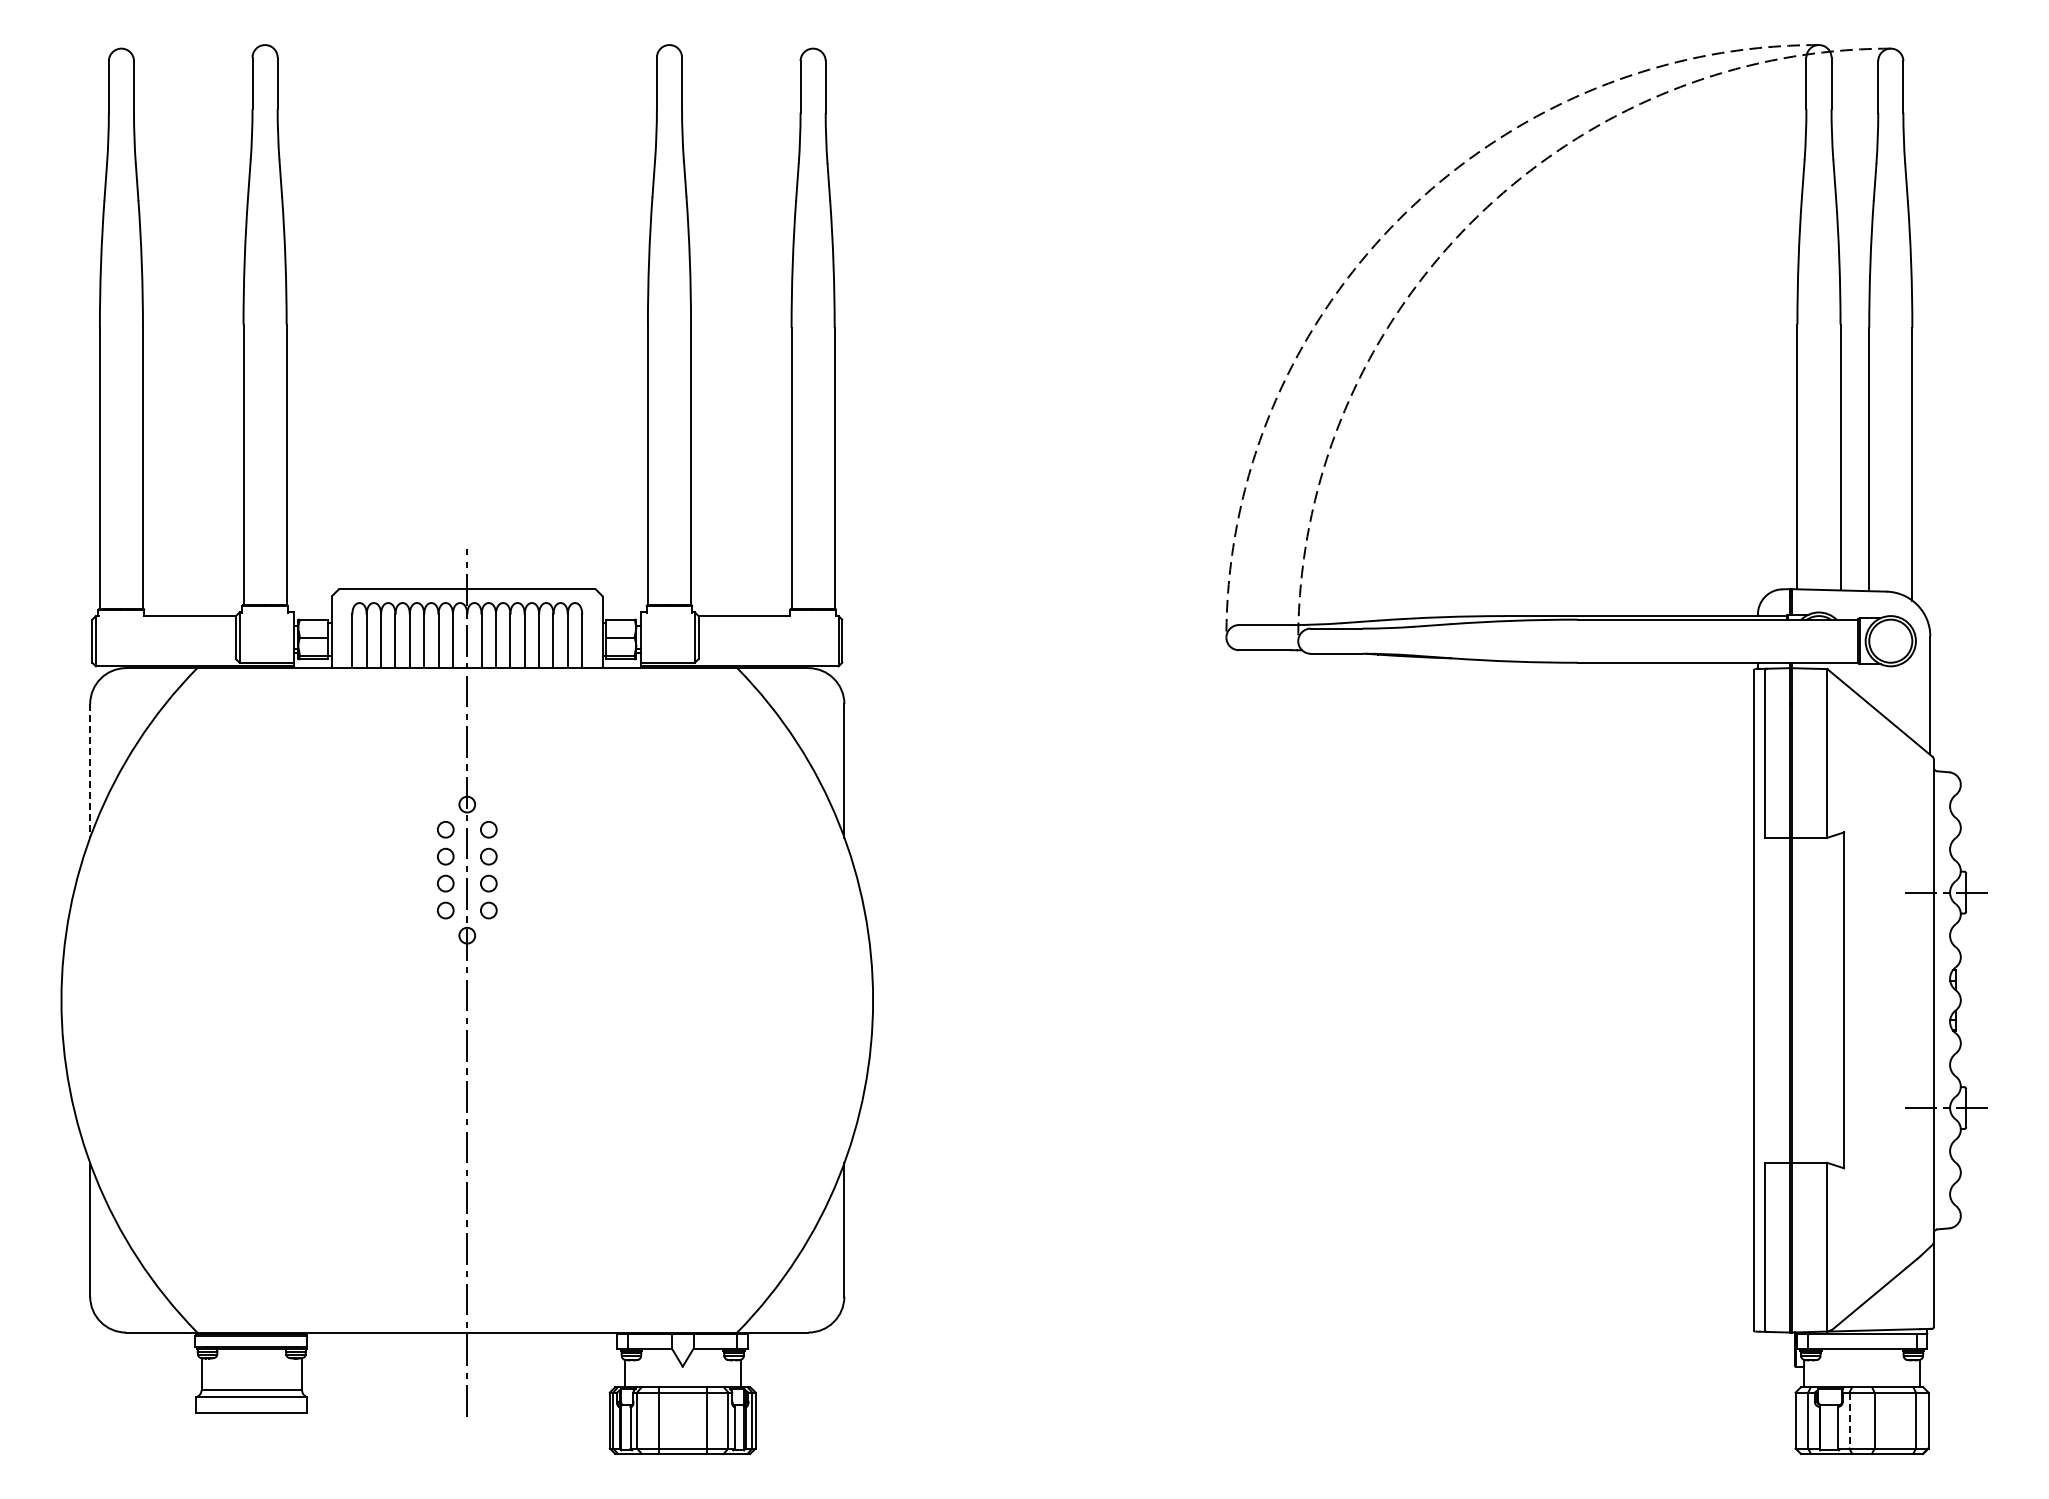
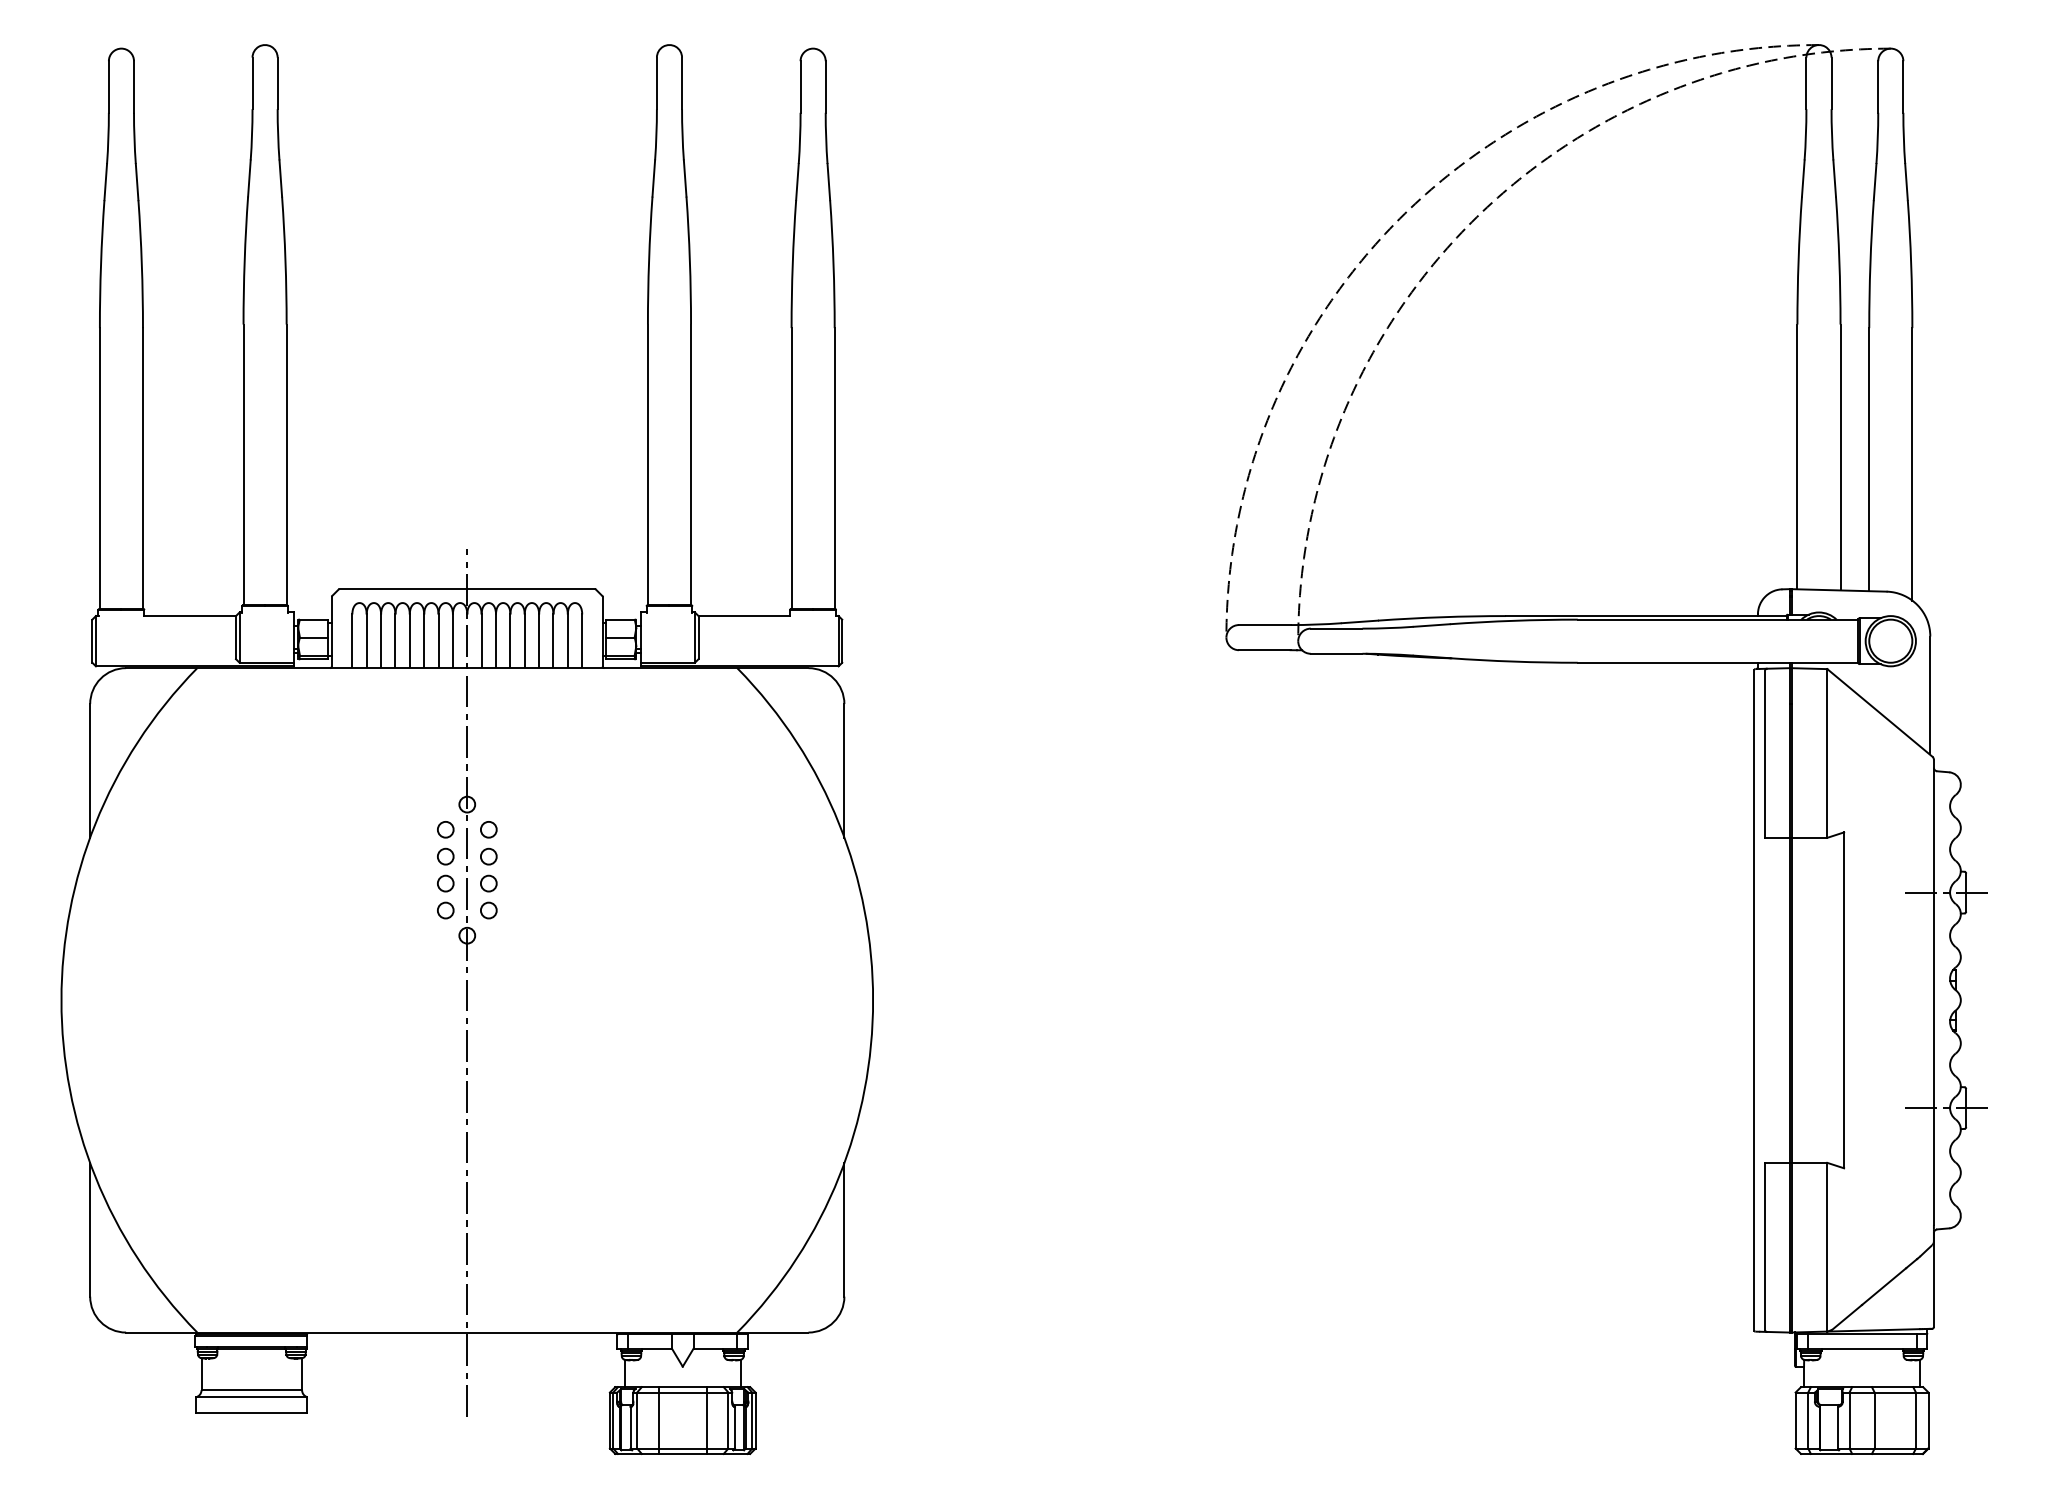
line at (90, 770): dashed -> solid
line at (1849, 1421): dashed -> solid
